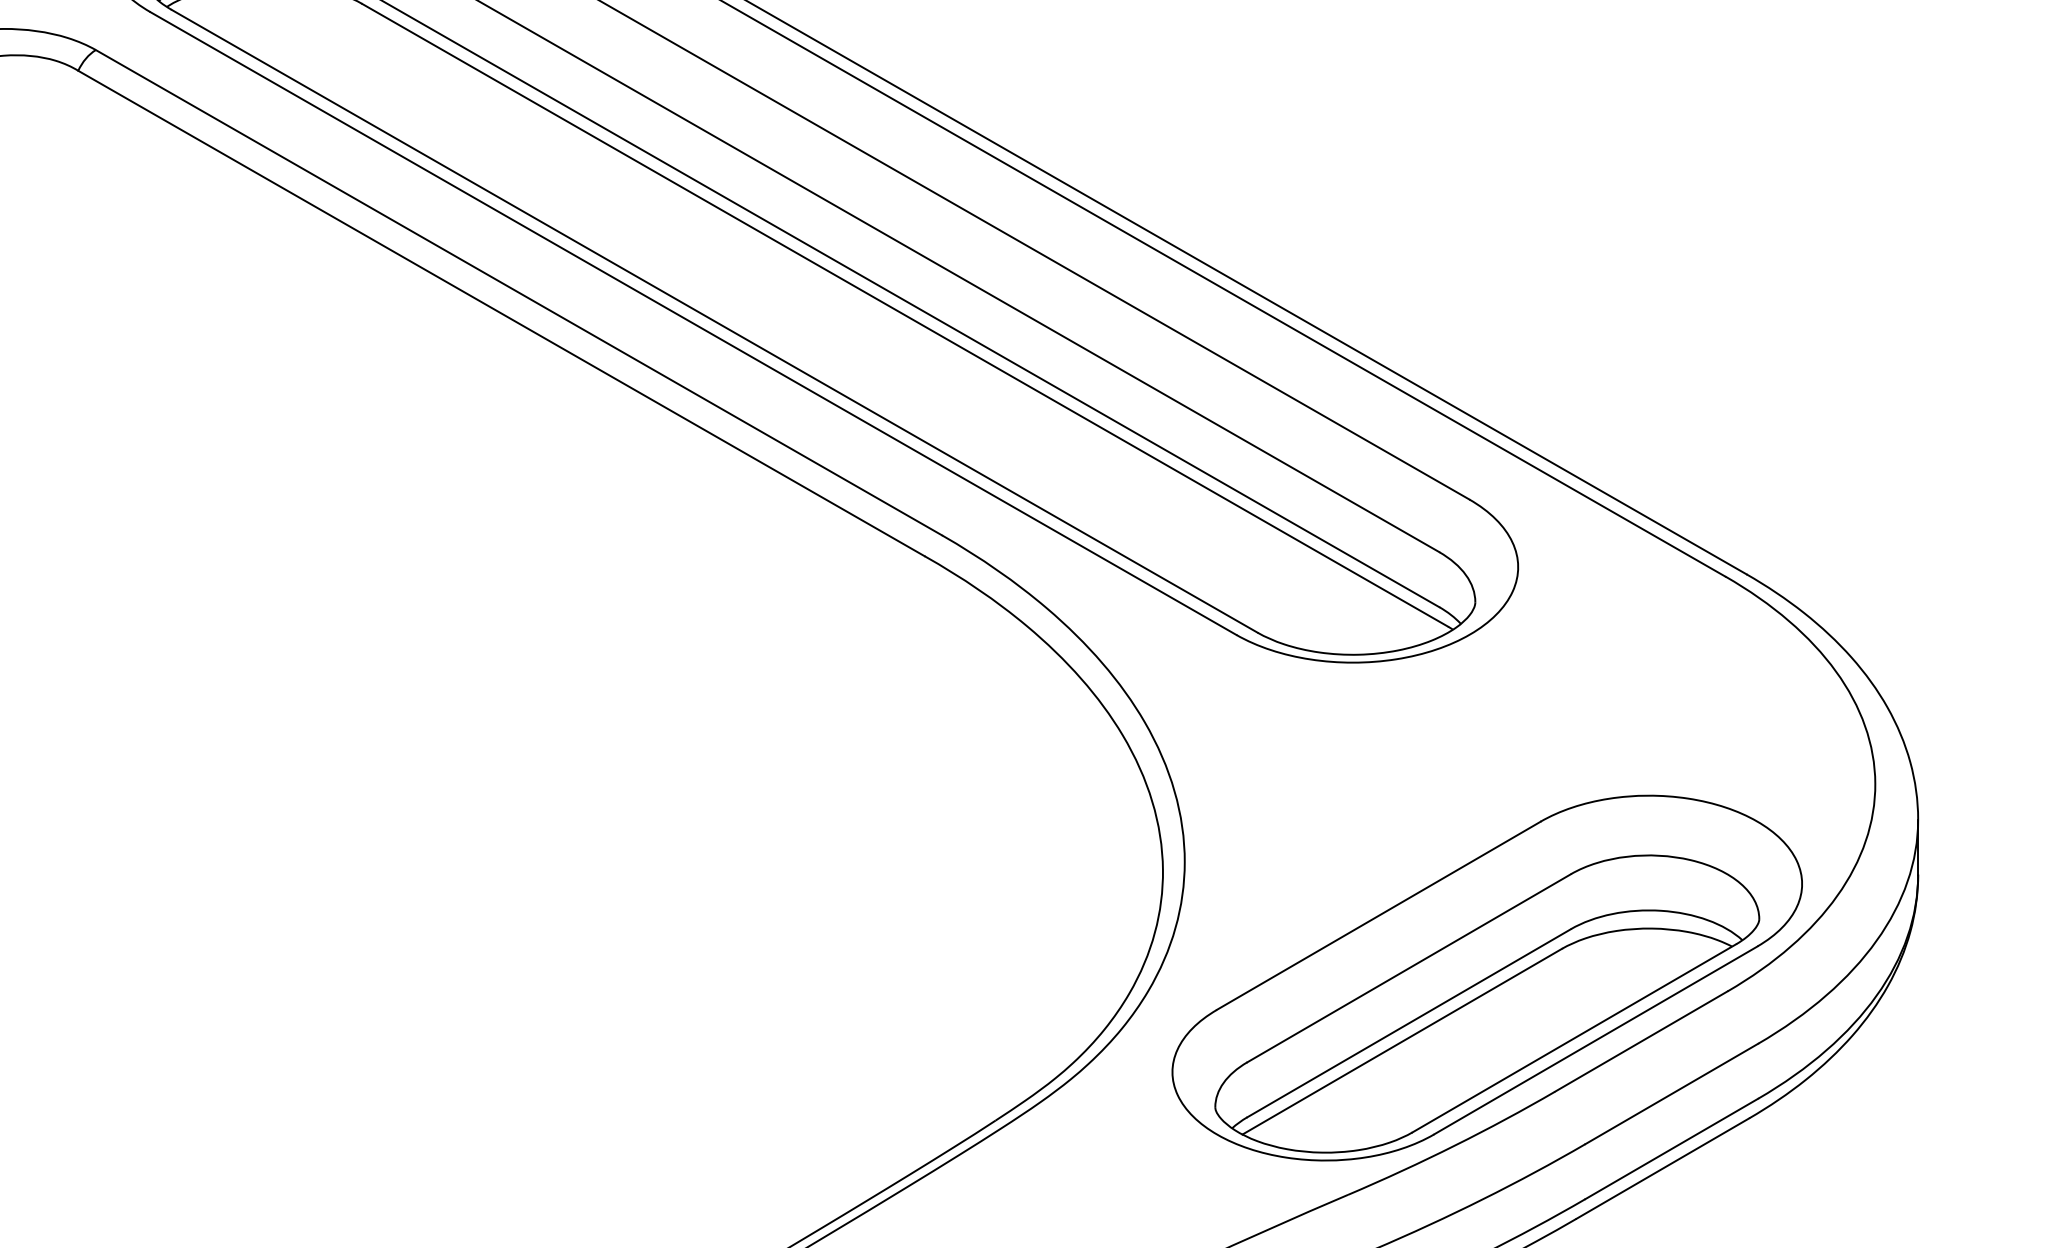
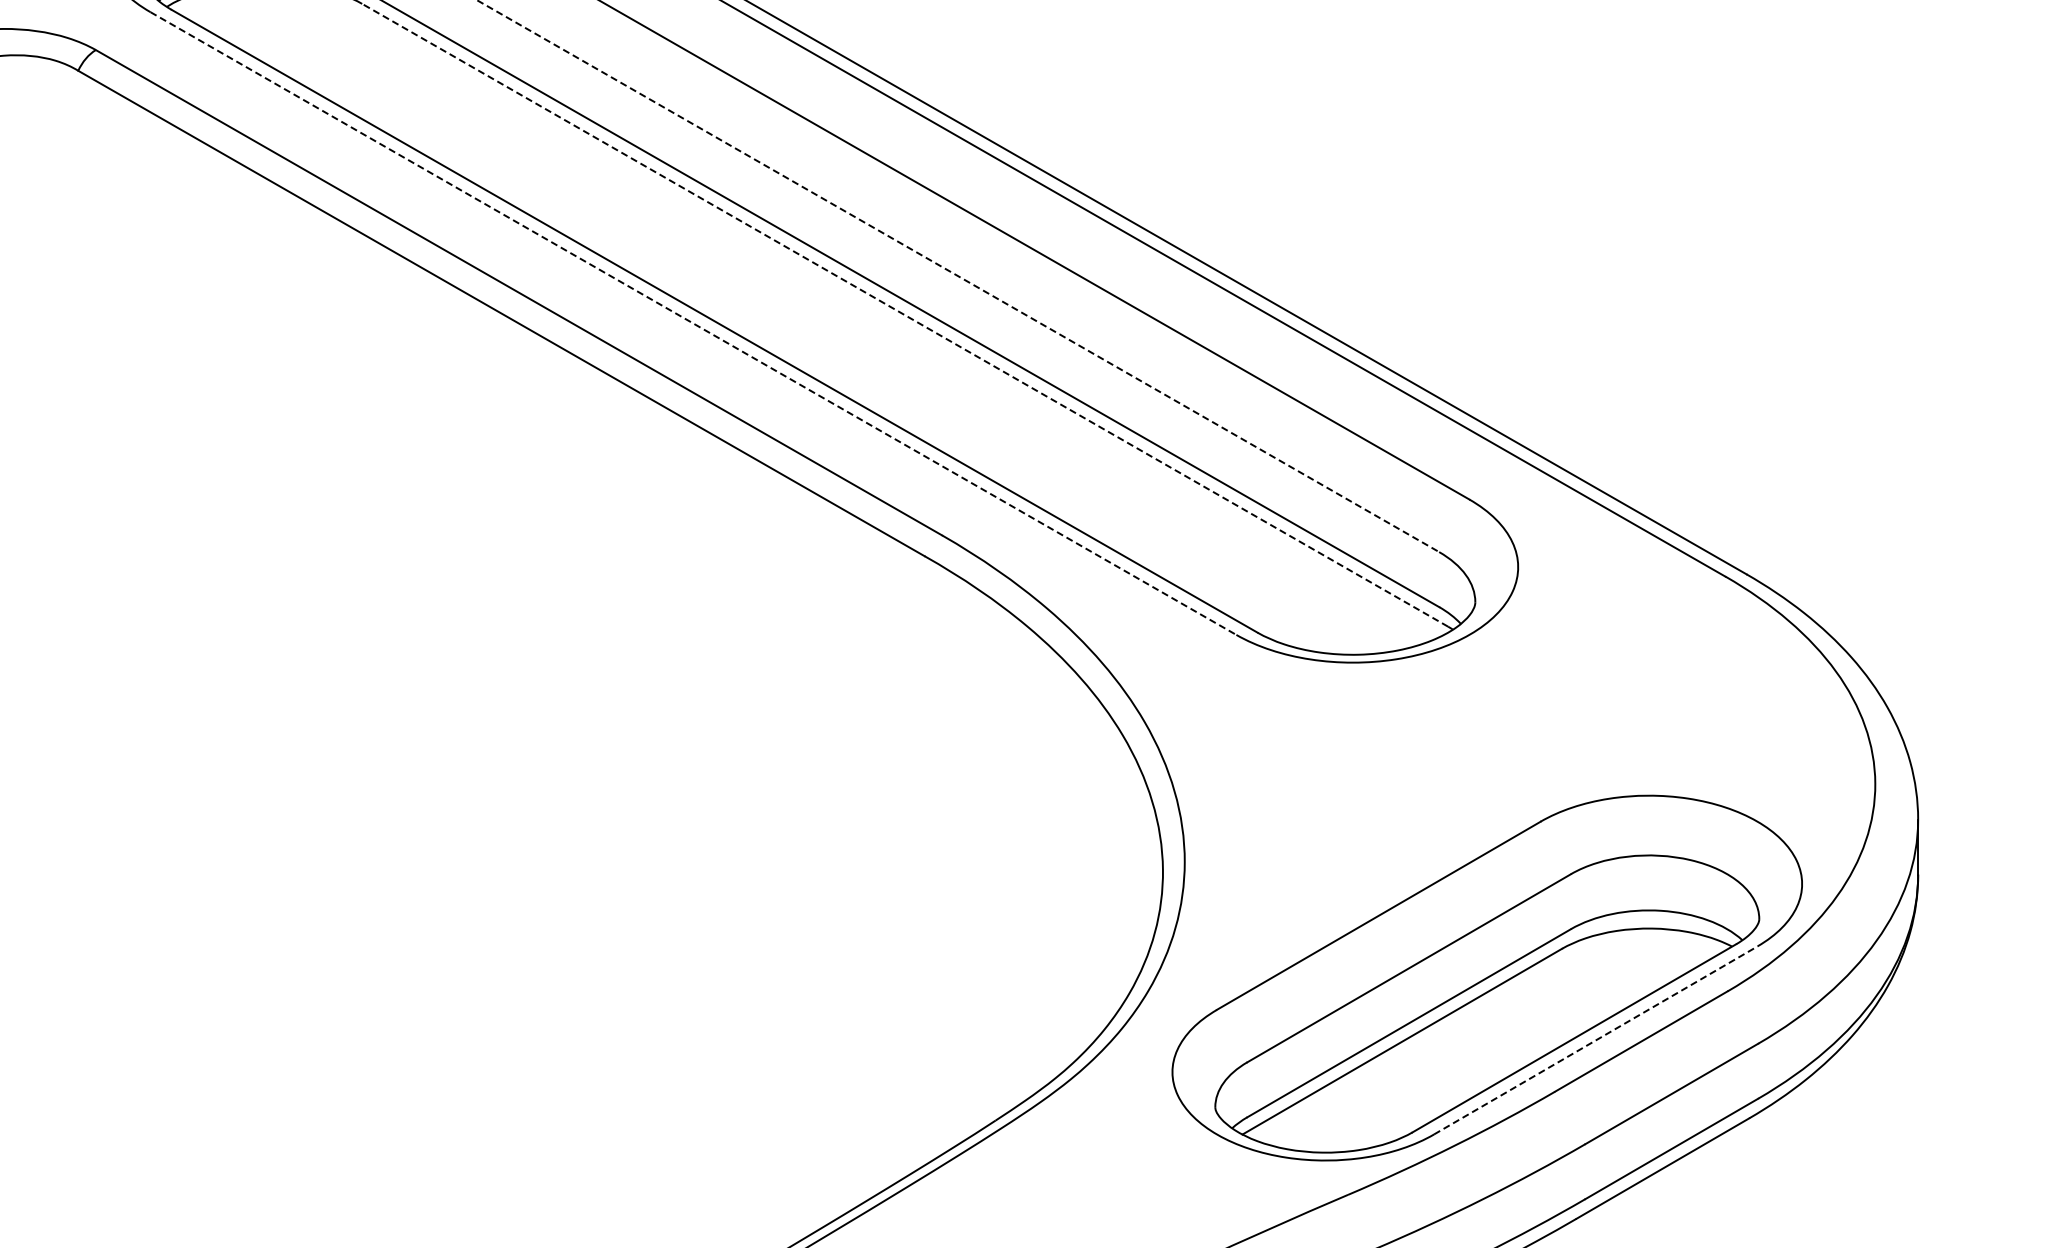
line at (958, 276): solid -> dashed
line at (905, 315): solid -> dashed
line at (693, 323): solid -> dashed
line at (1596, 1040): solid -> dashed
